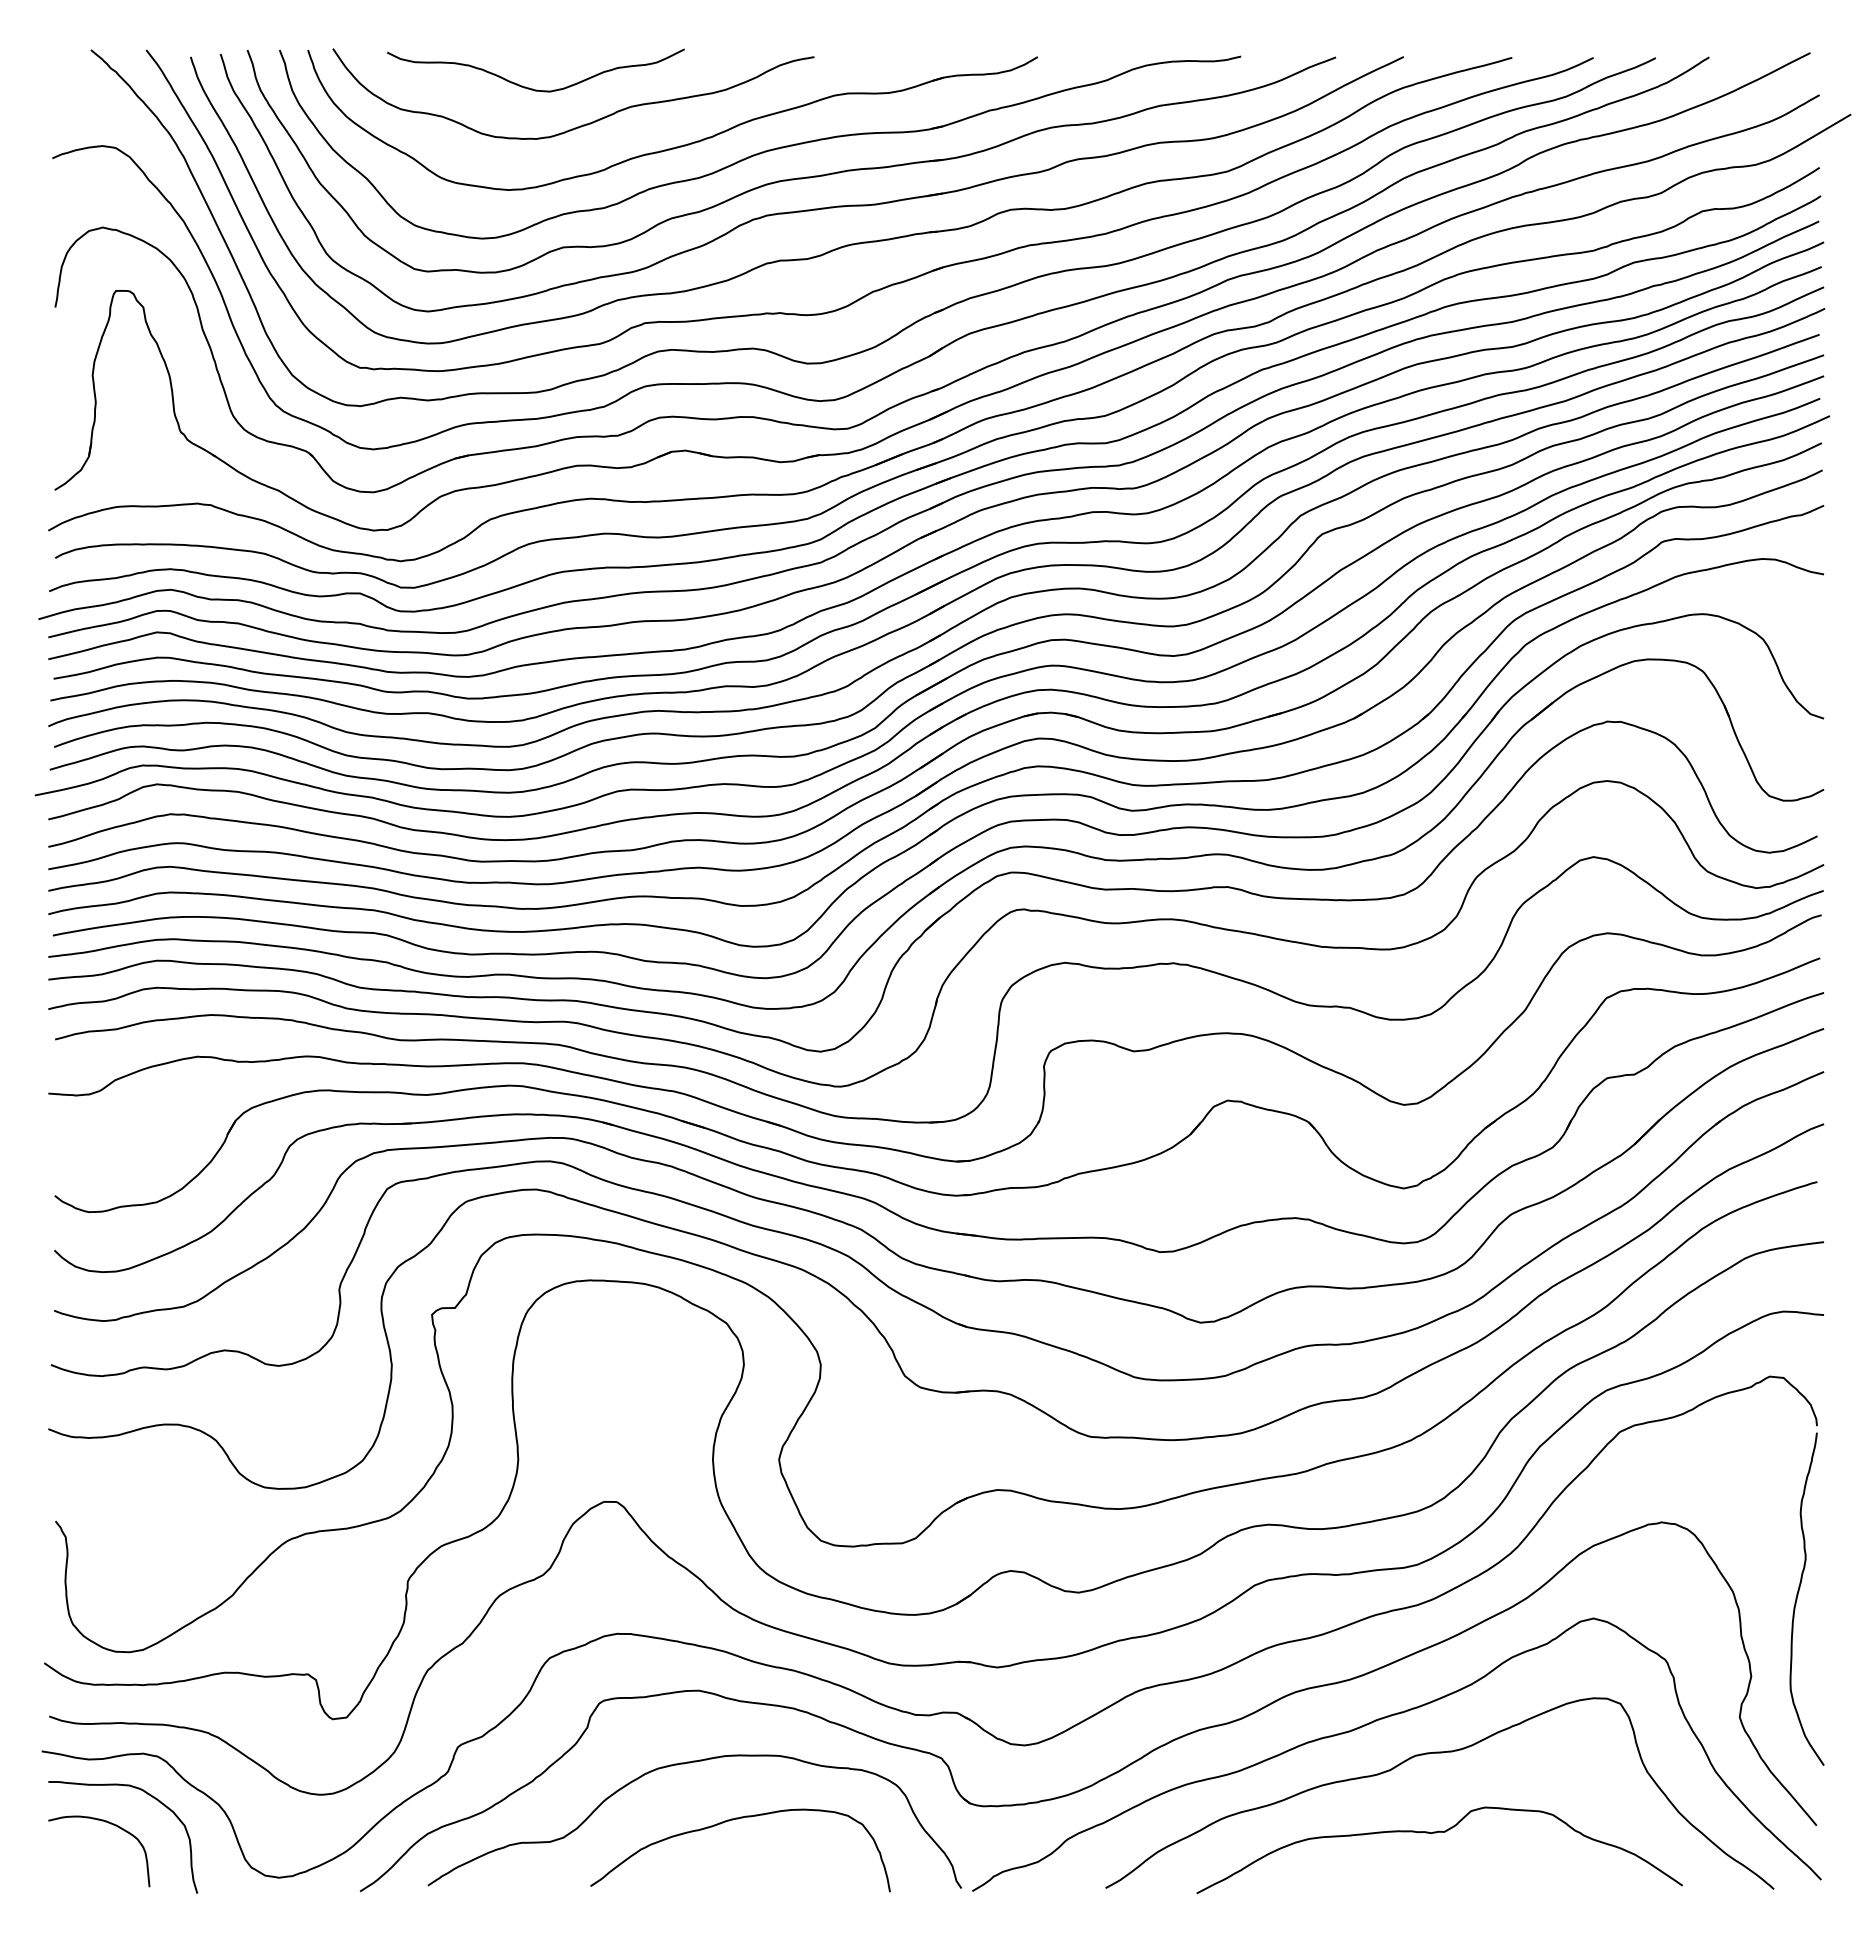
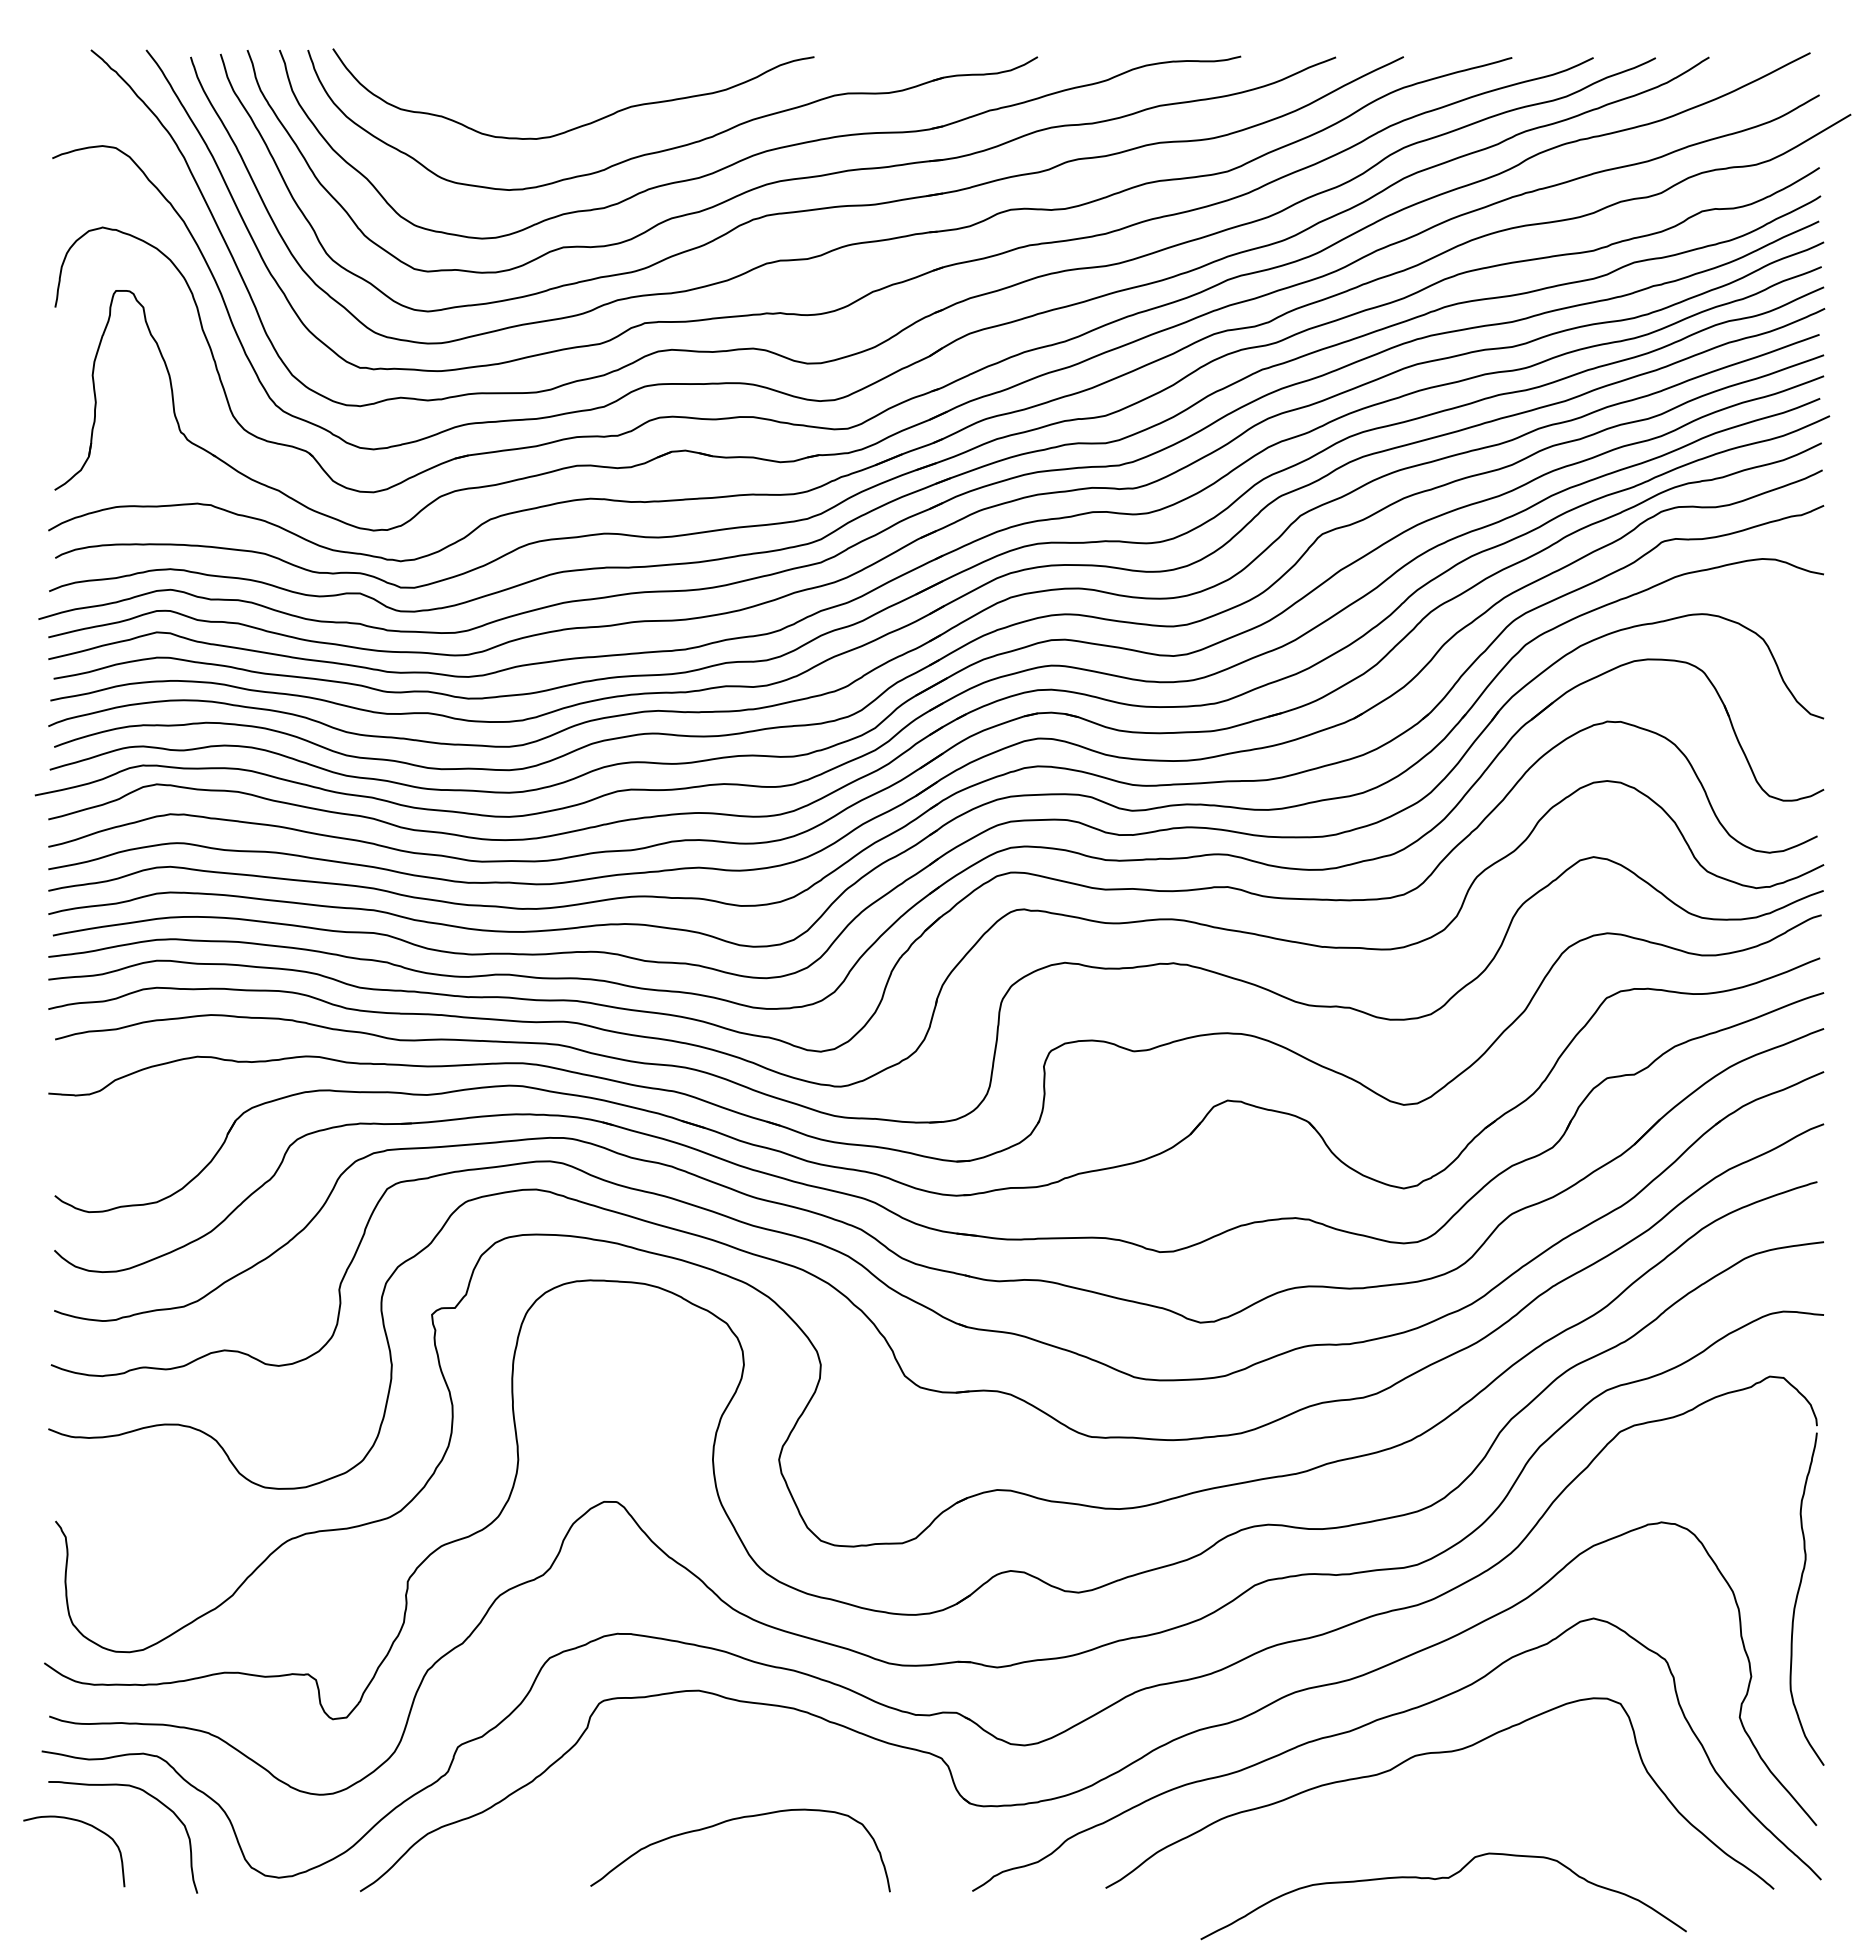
curve at (529, 87): present -> none
curve at (684, 1764): present -> none
curve at (110, 1824) position: (110, 1824) -> (85, 1824)
curve at (1436, 1833) position: (1436, 1833) -> (1440, 1879)
